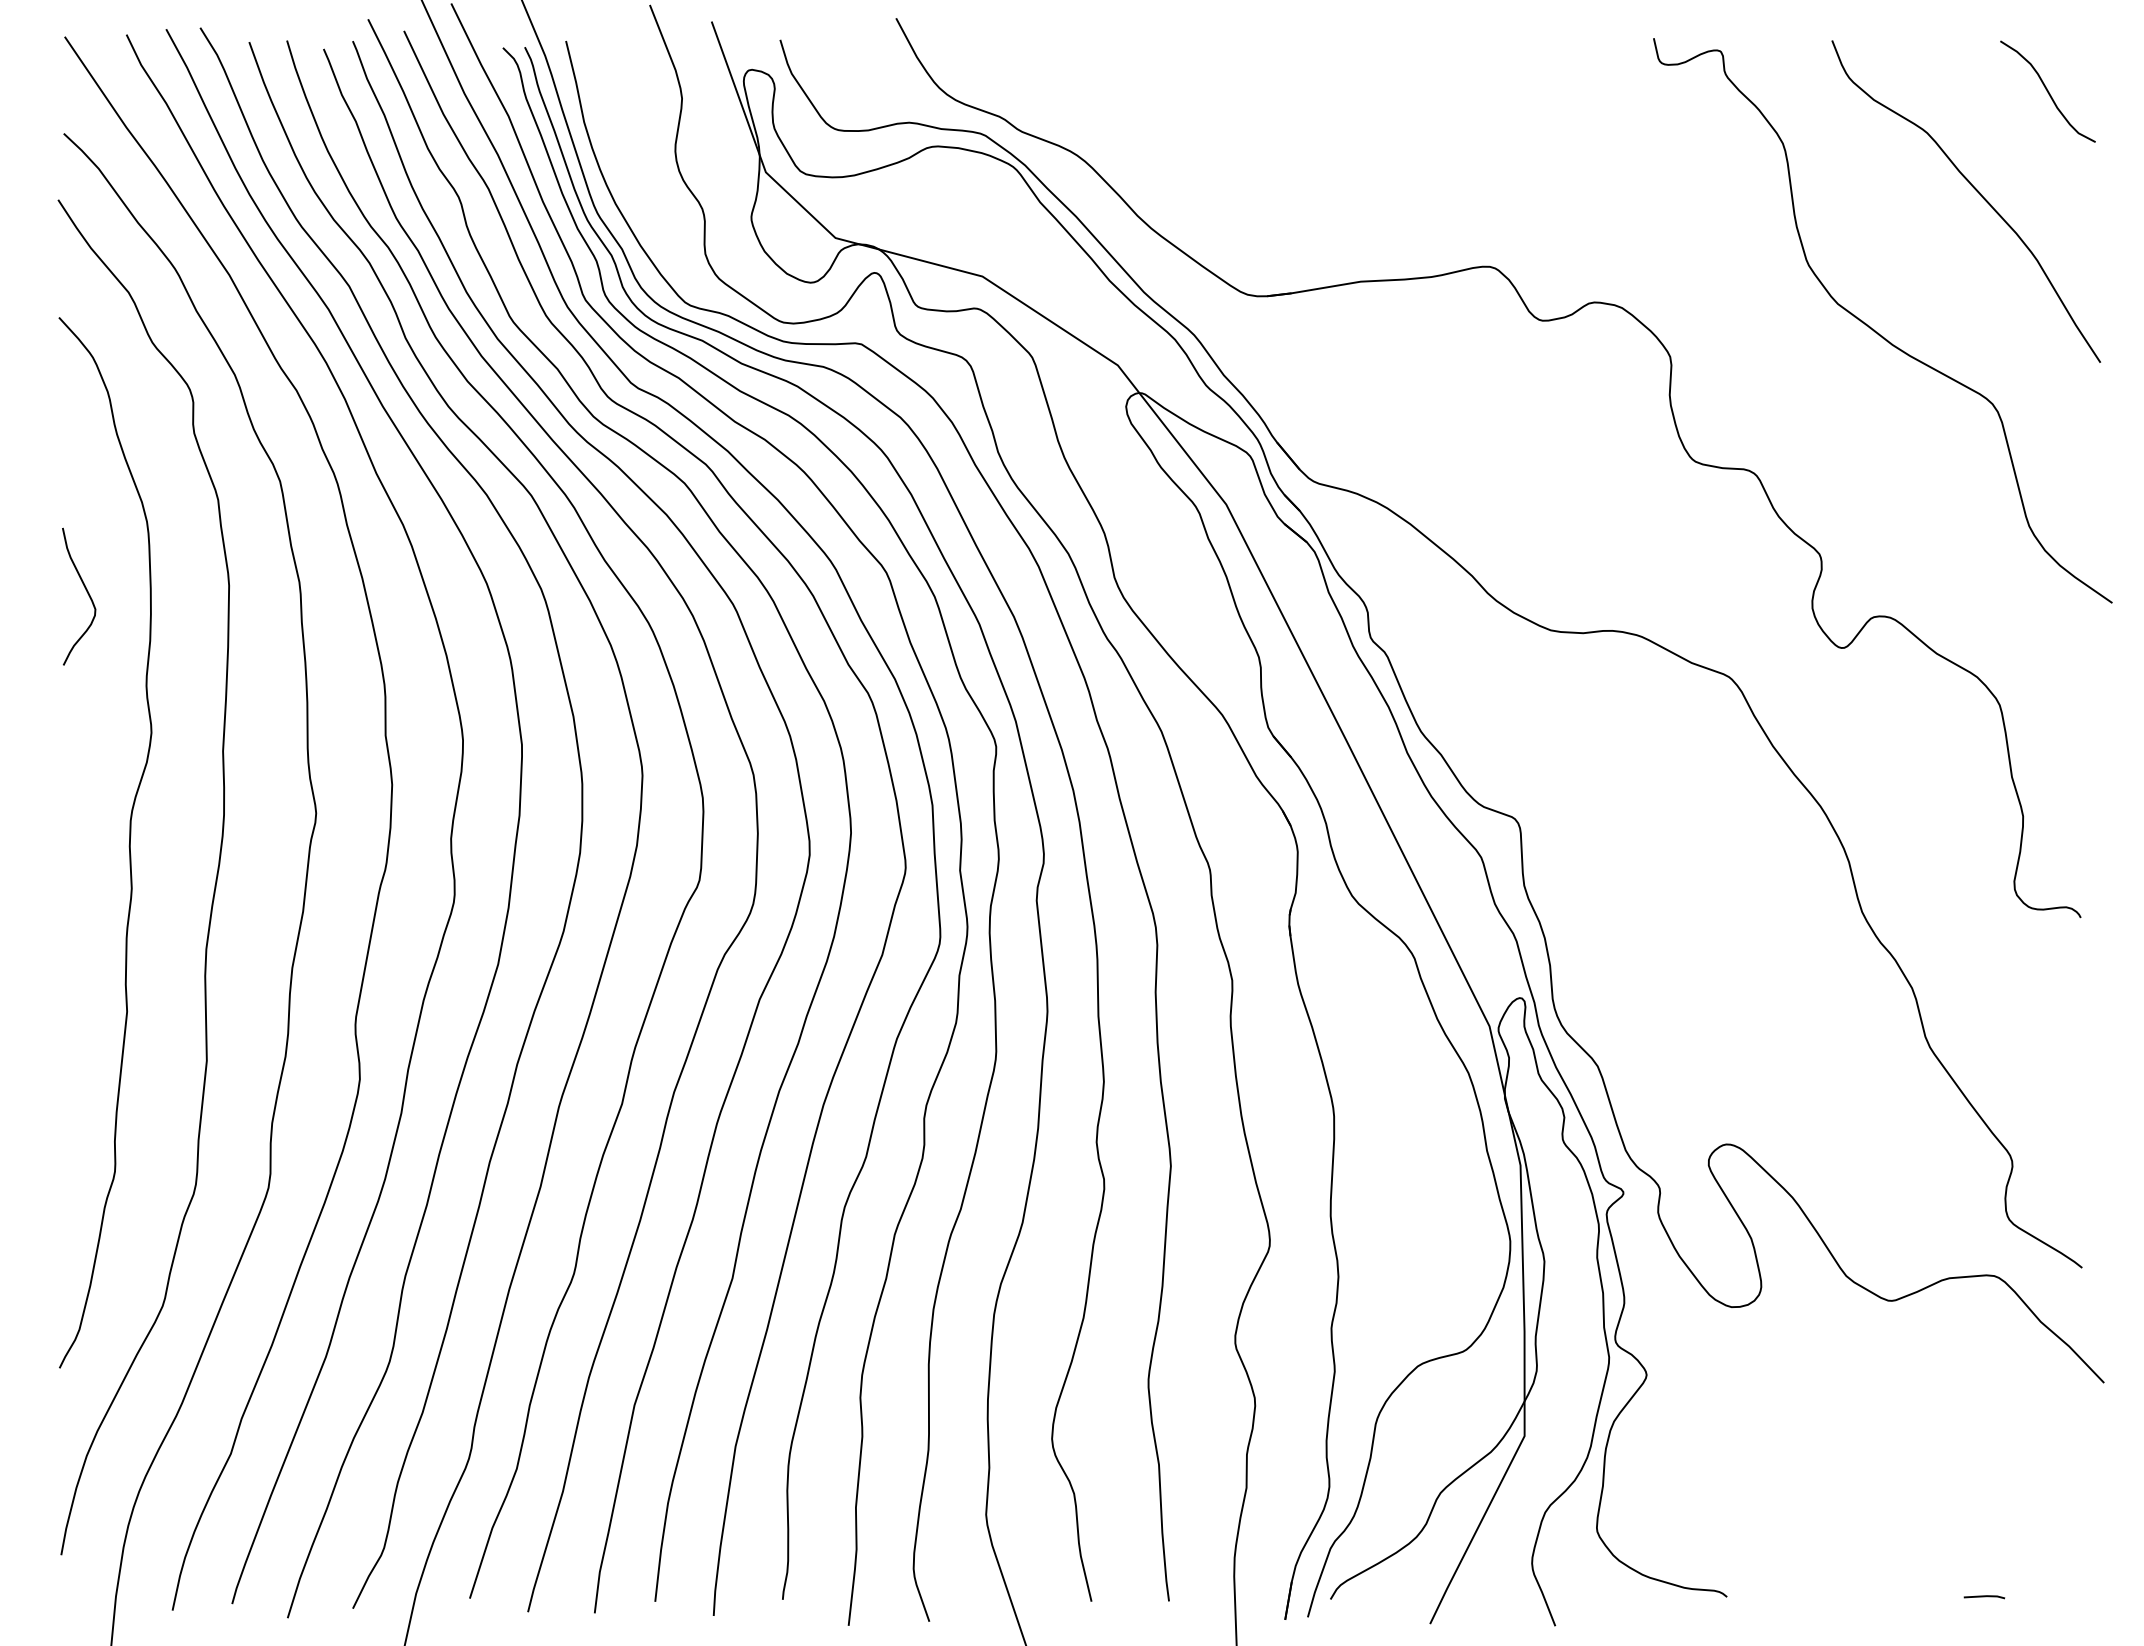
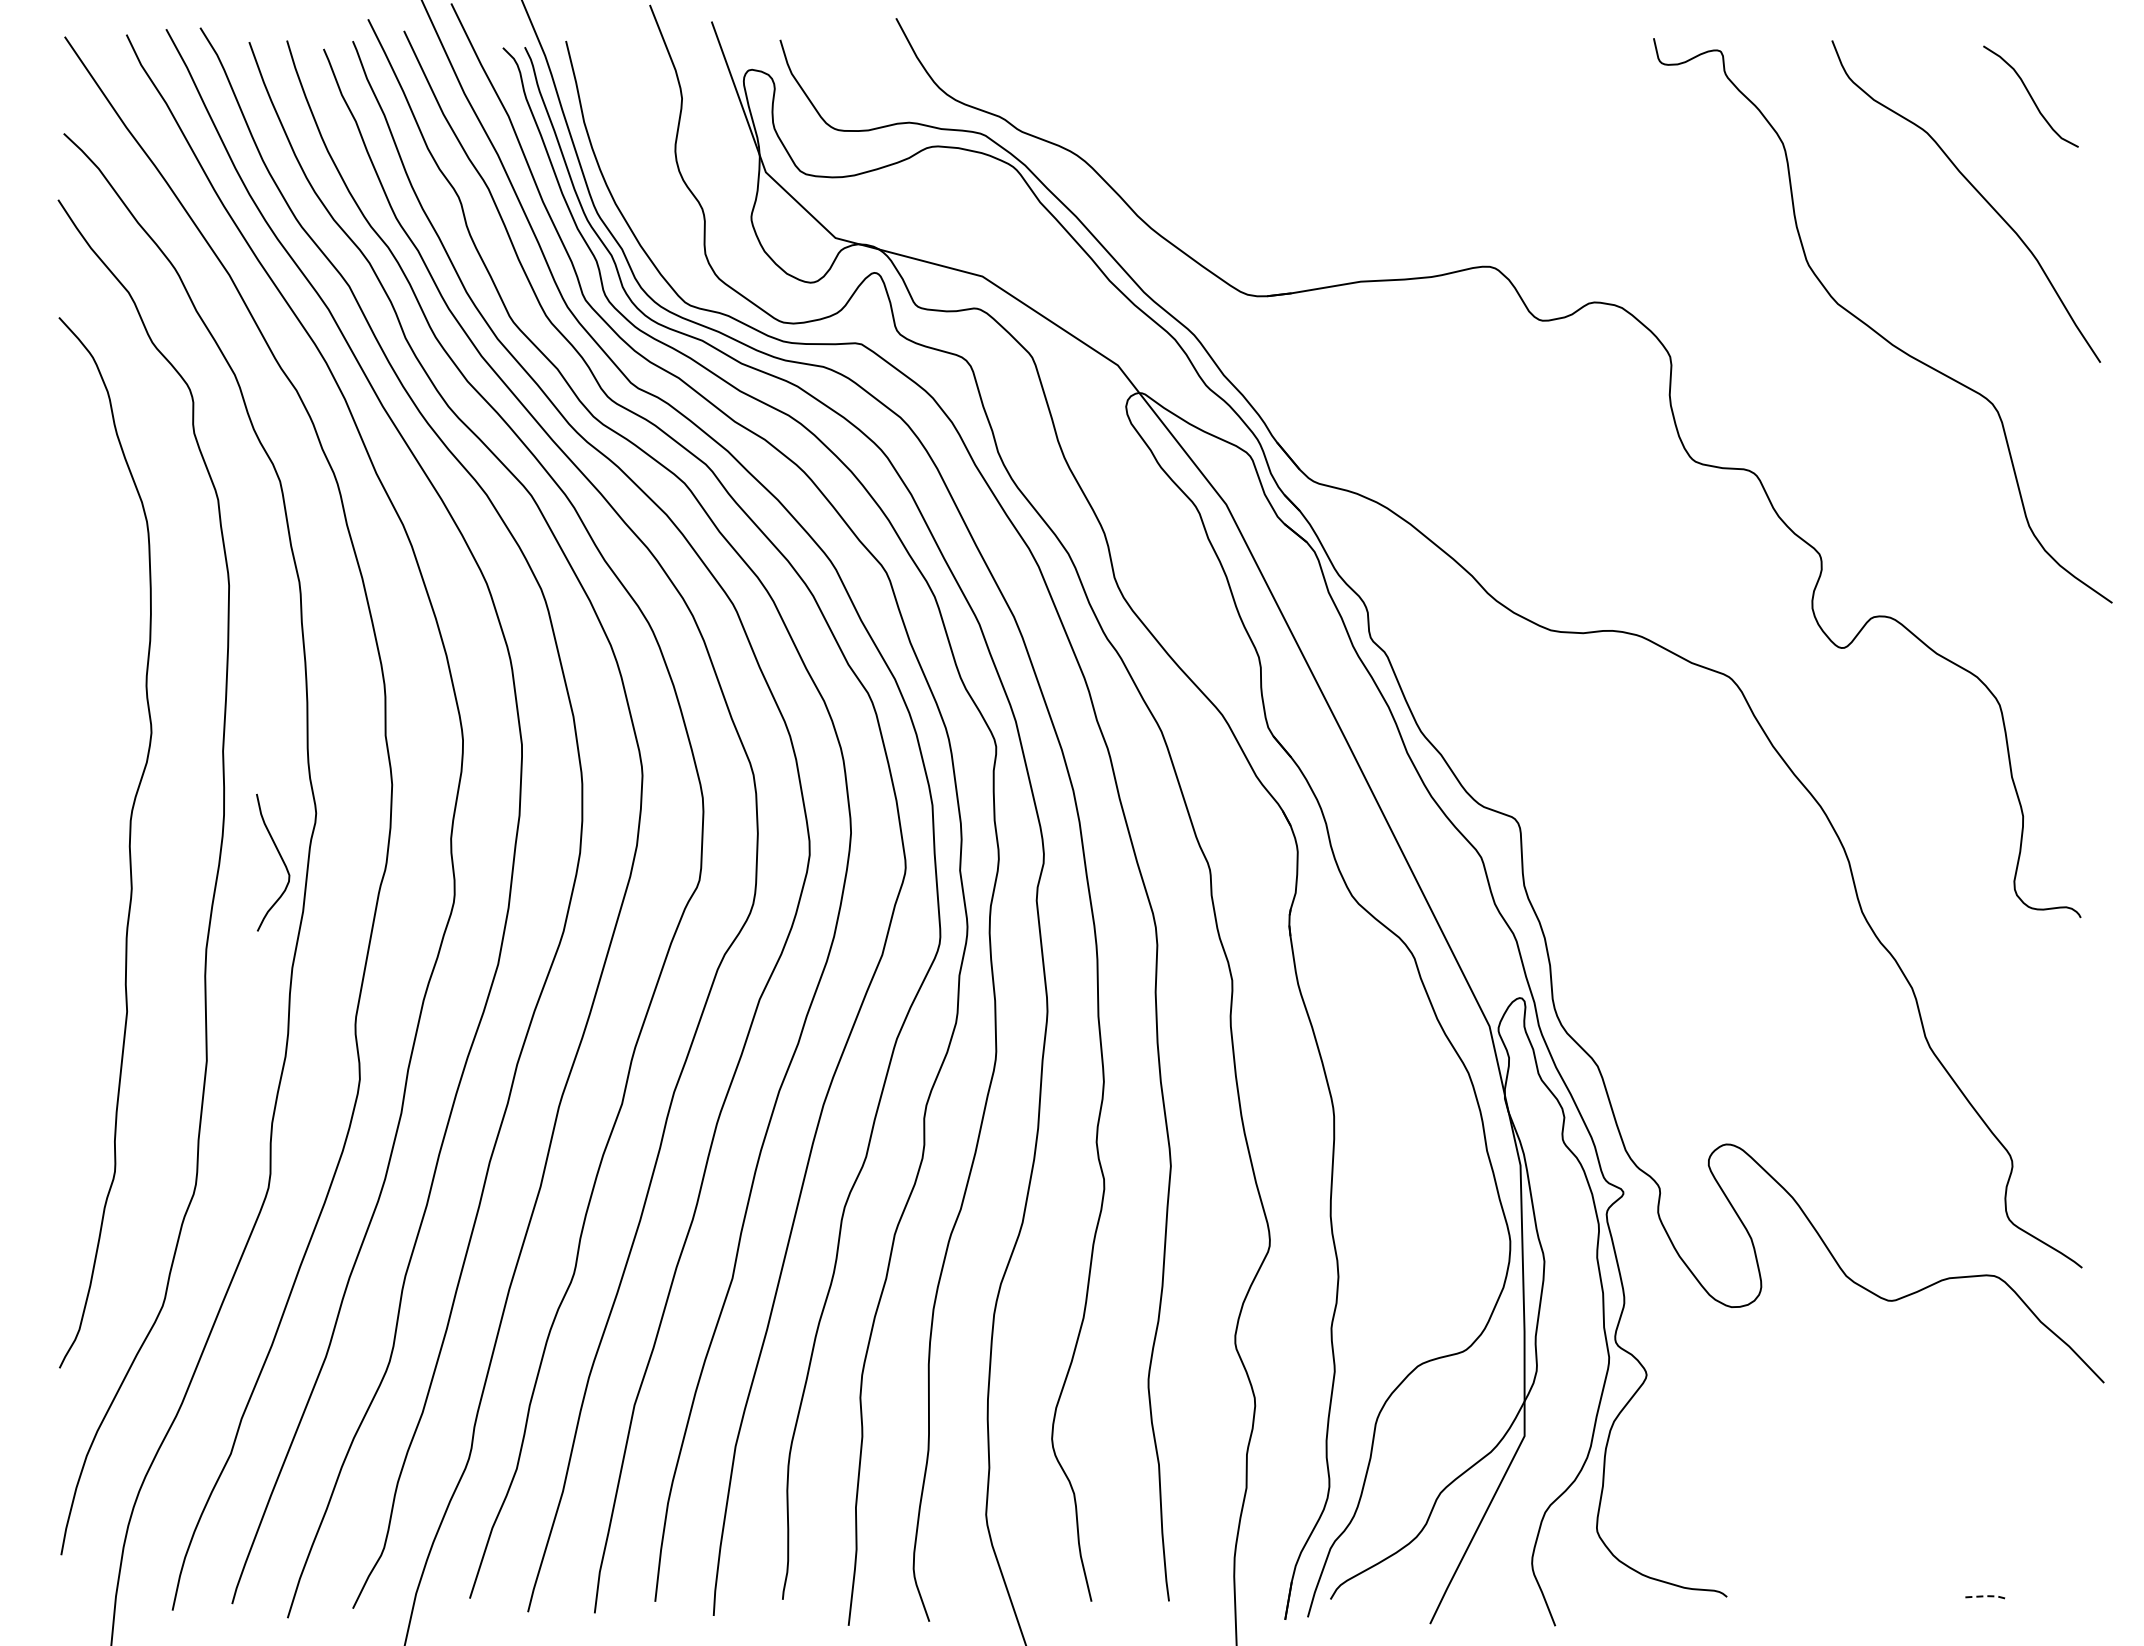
curve at (2047, 91) position: (2047, 91) -> (2030, 96)
curve at (86, 592) position: (86, 592) -> (280, 858)
line at (1985, 1596): solid -> dashed
